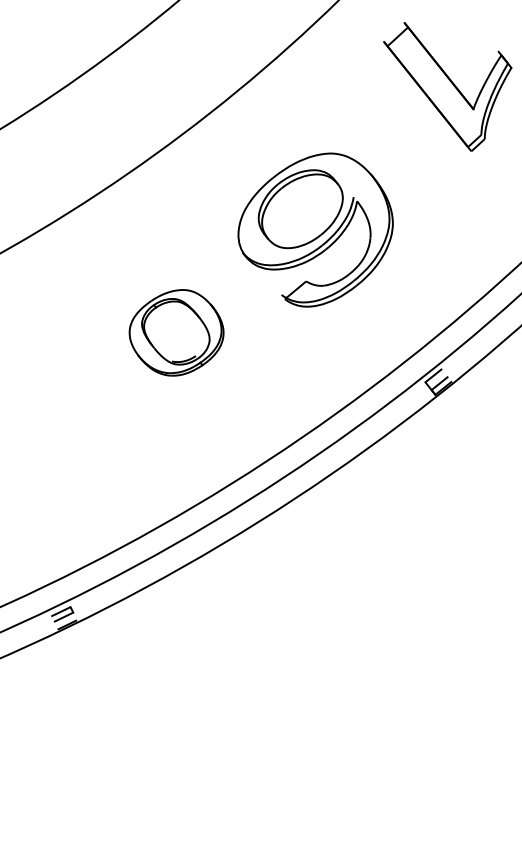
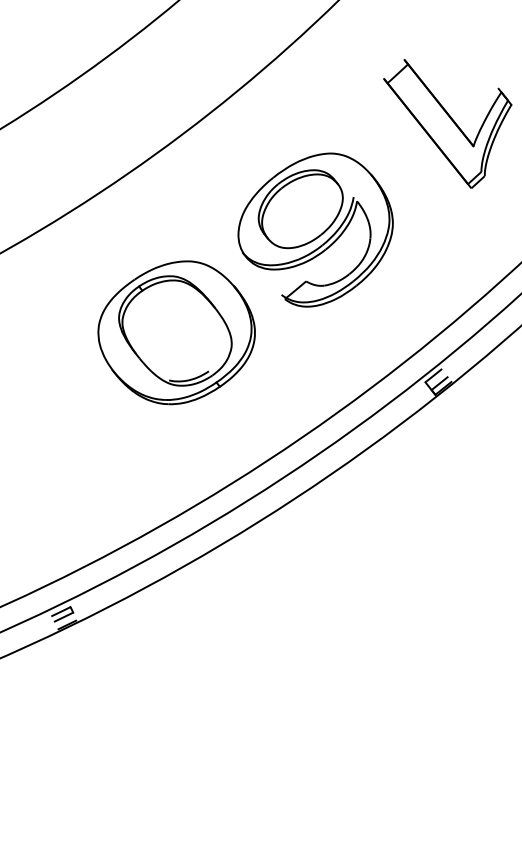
part at (447, 86) position: (447, 86) -> (447, 123)
part at (176, 332) size: 97x88 px -> 159x146 px
